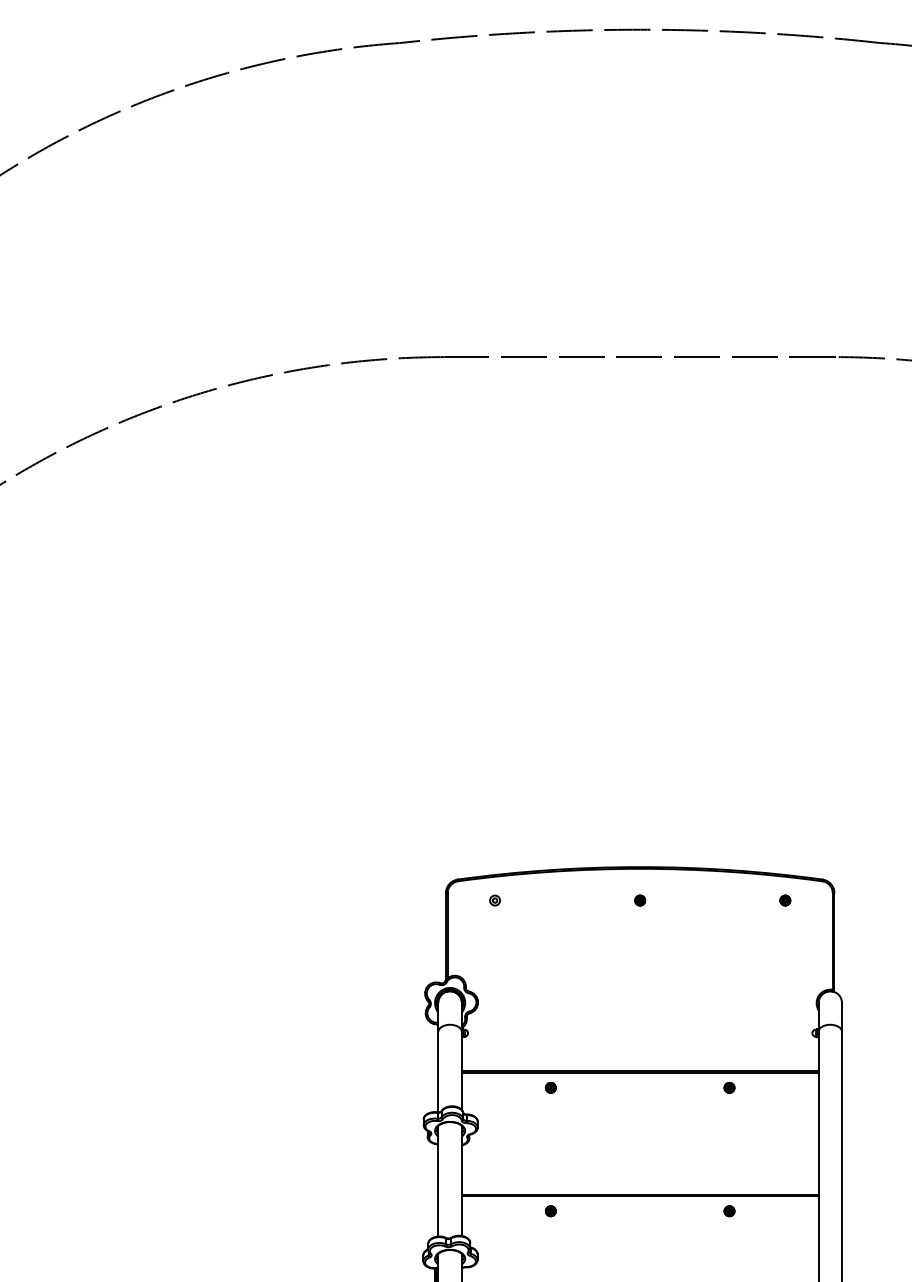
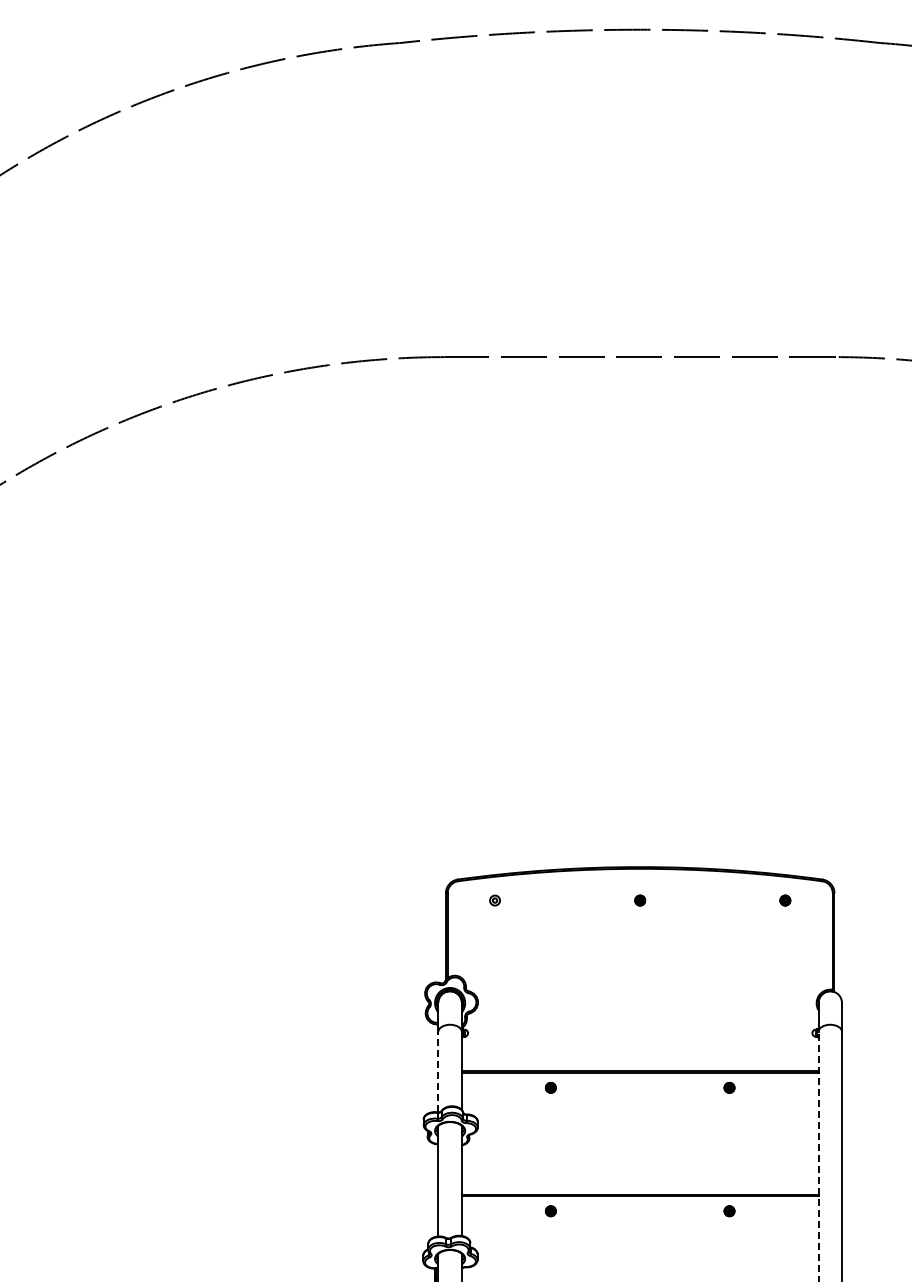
line at (438, 1071): solid -> dashed
line at (818, 1156): solid -> dashed
